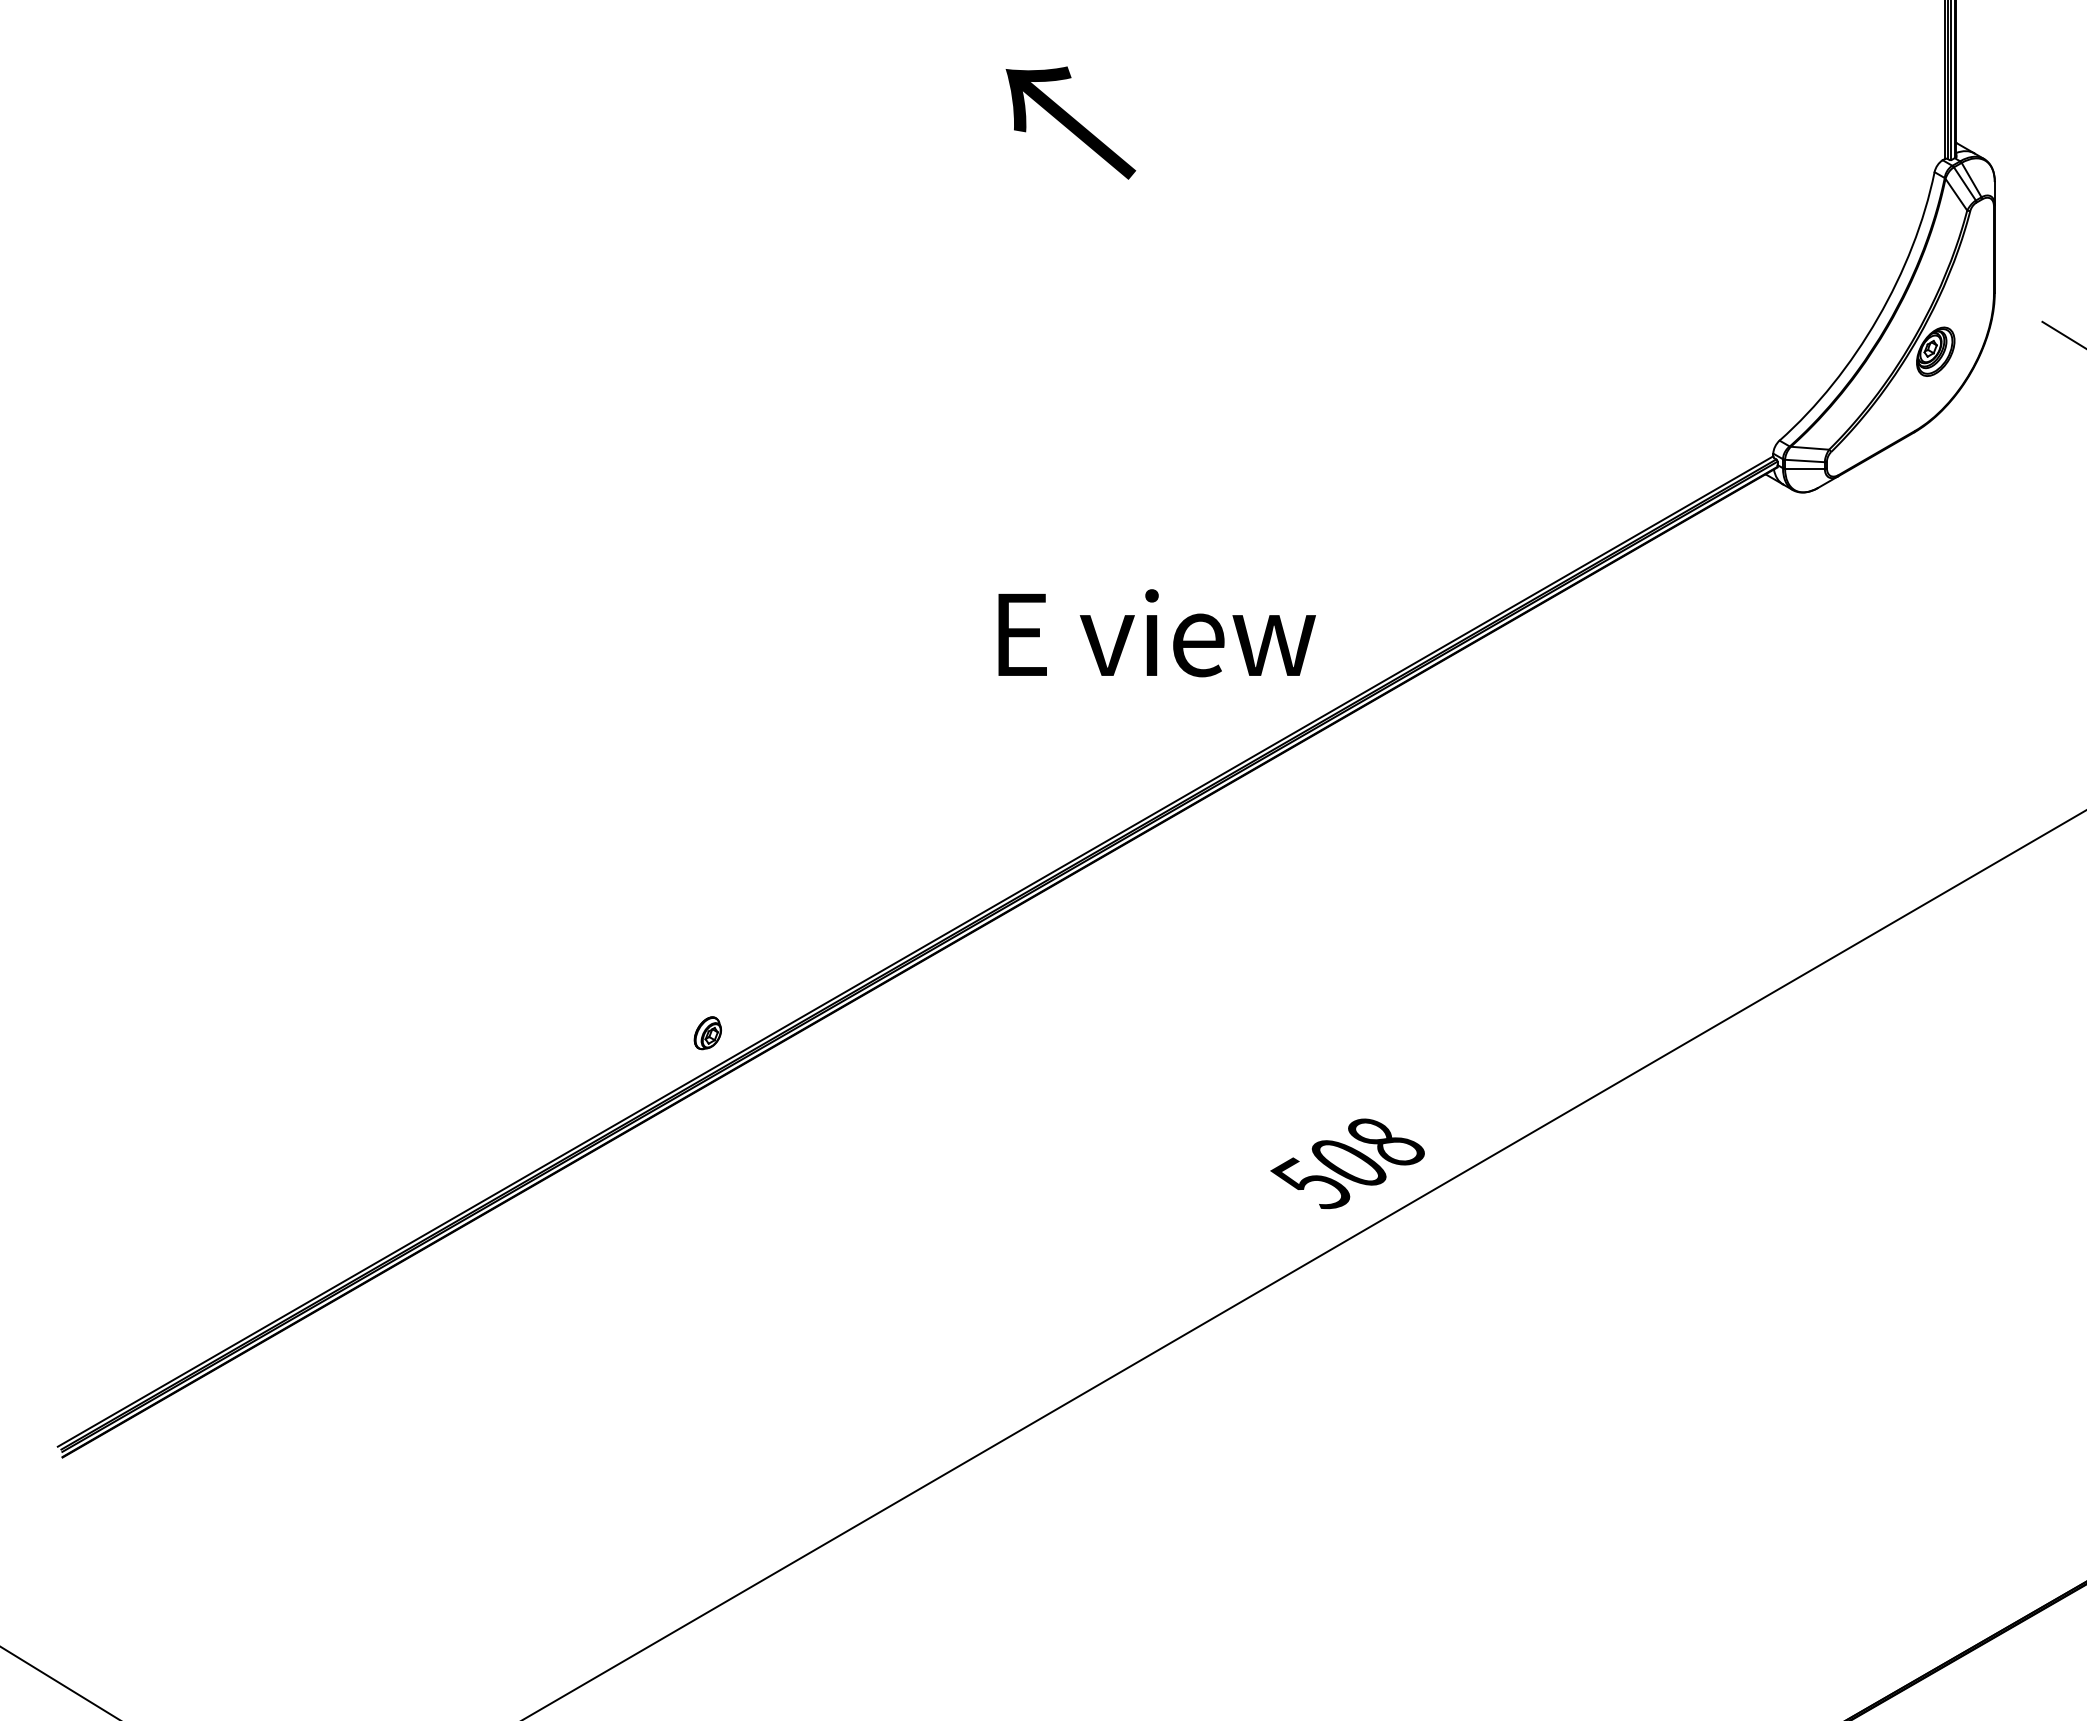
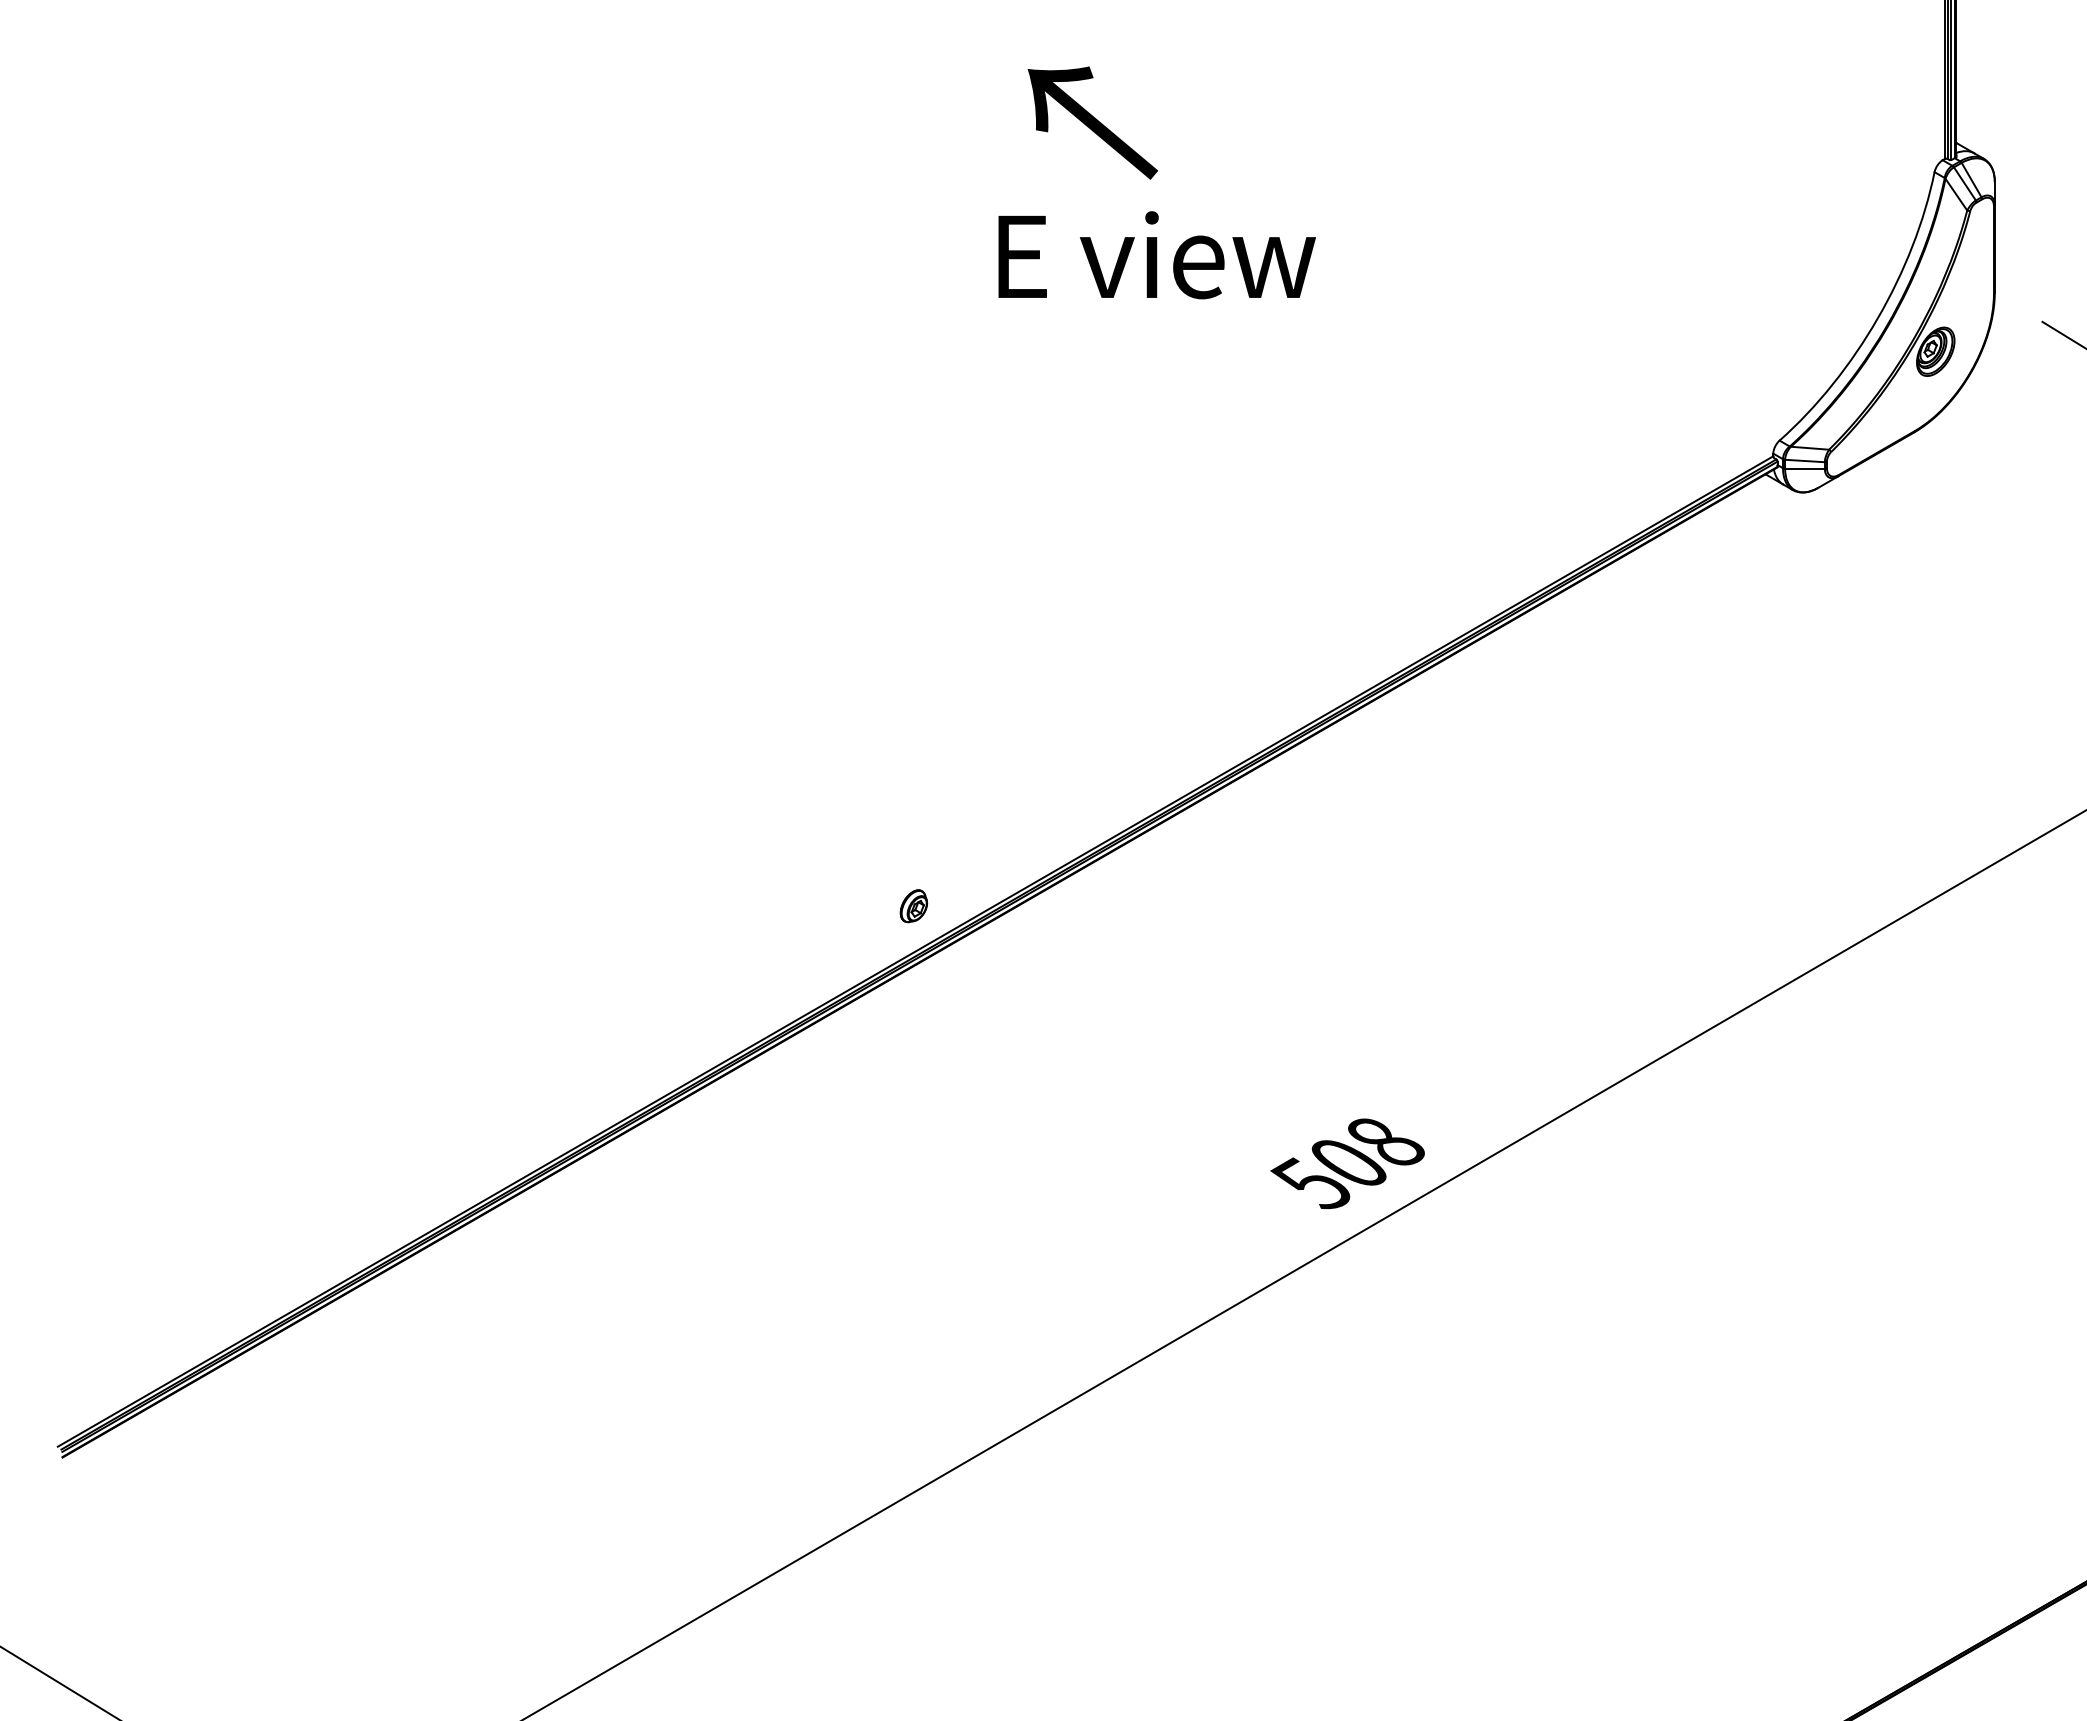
text at (1070, 122) position: (1070, 122) -> (1092, 122)
text at (1156, 633) position: (1156, 633) -> (1156, 255)
part at (707, 1033) position: (707, 1033) -> (913, 906)
